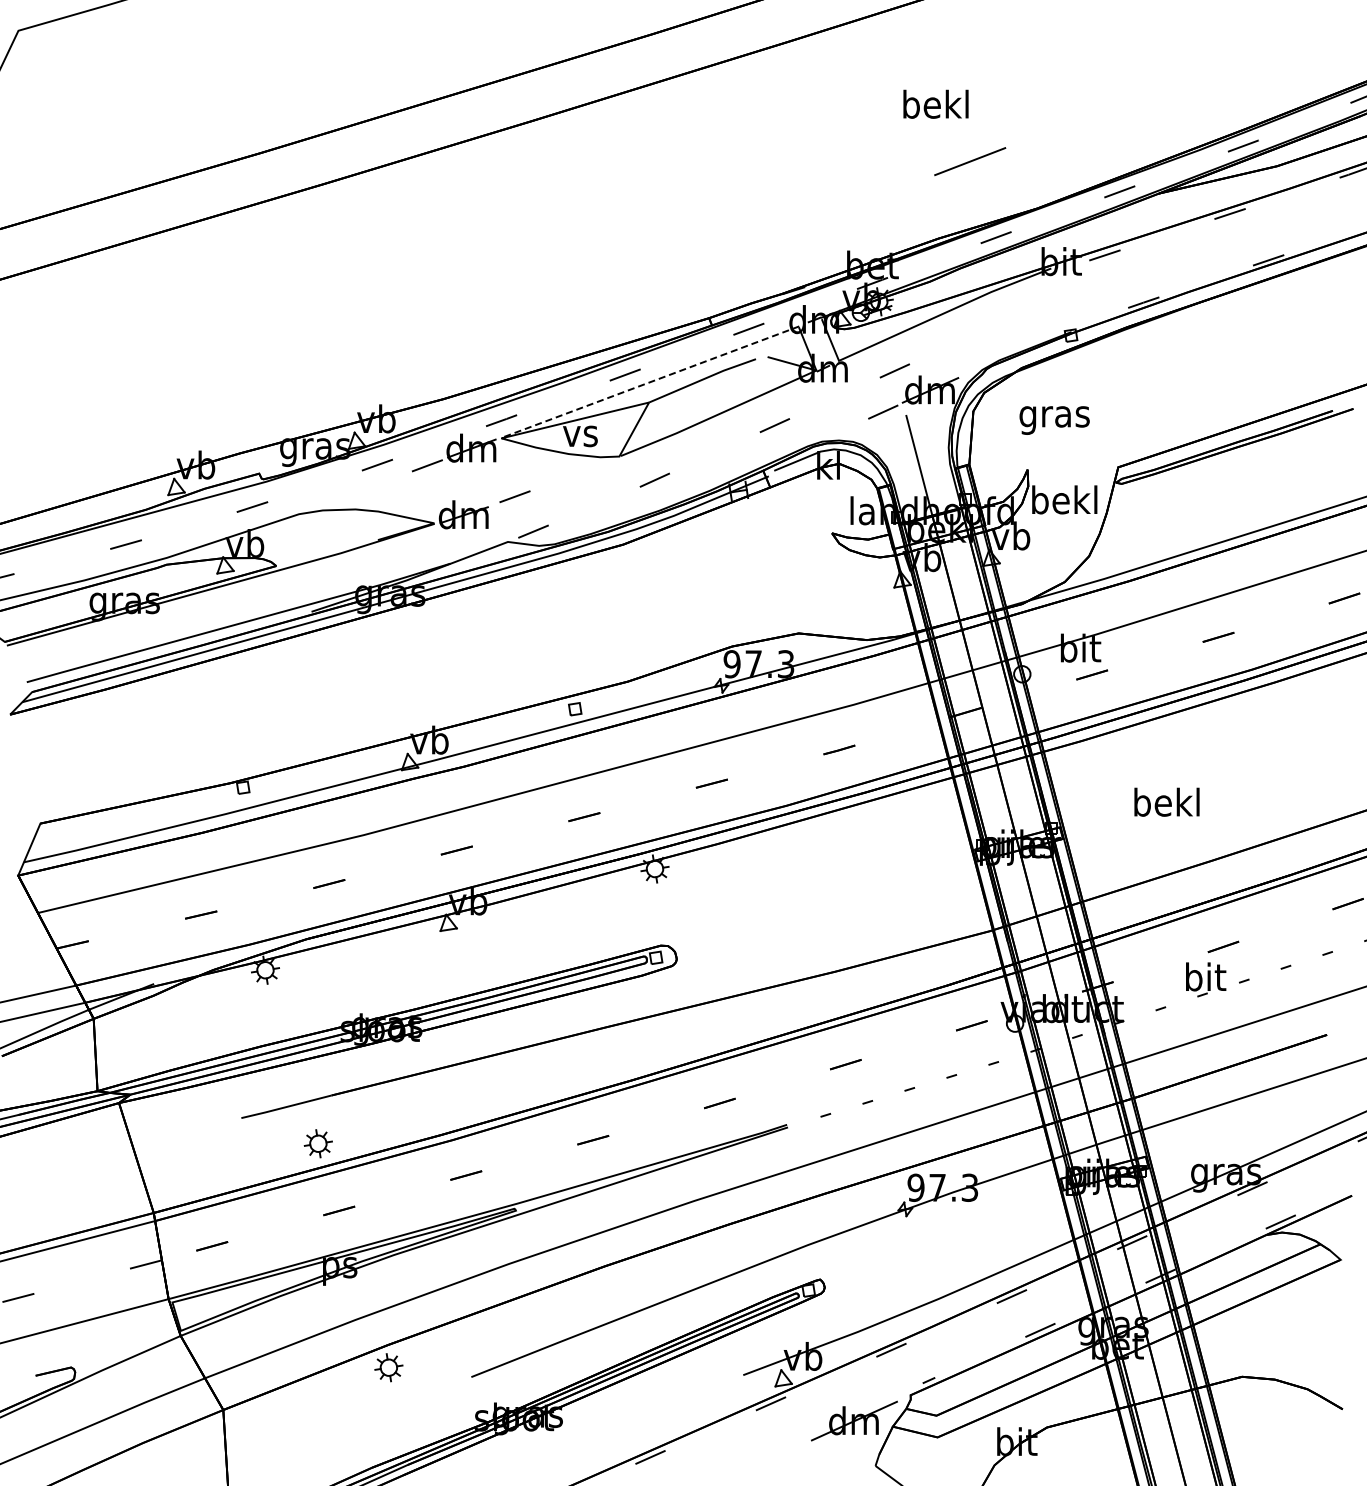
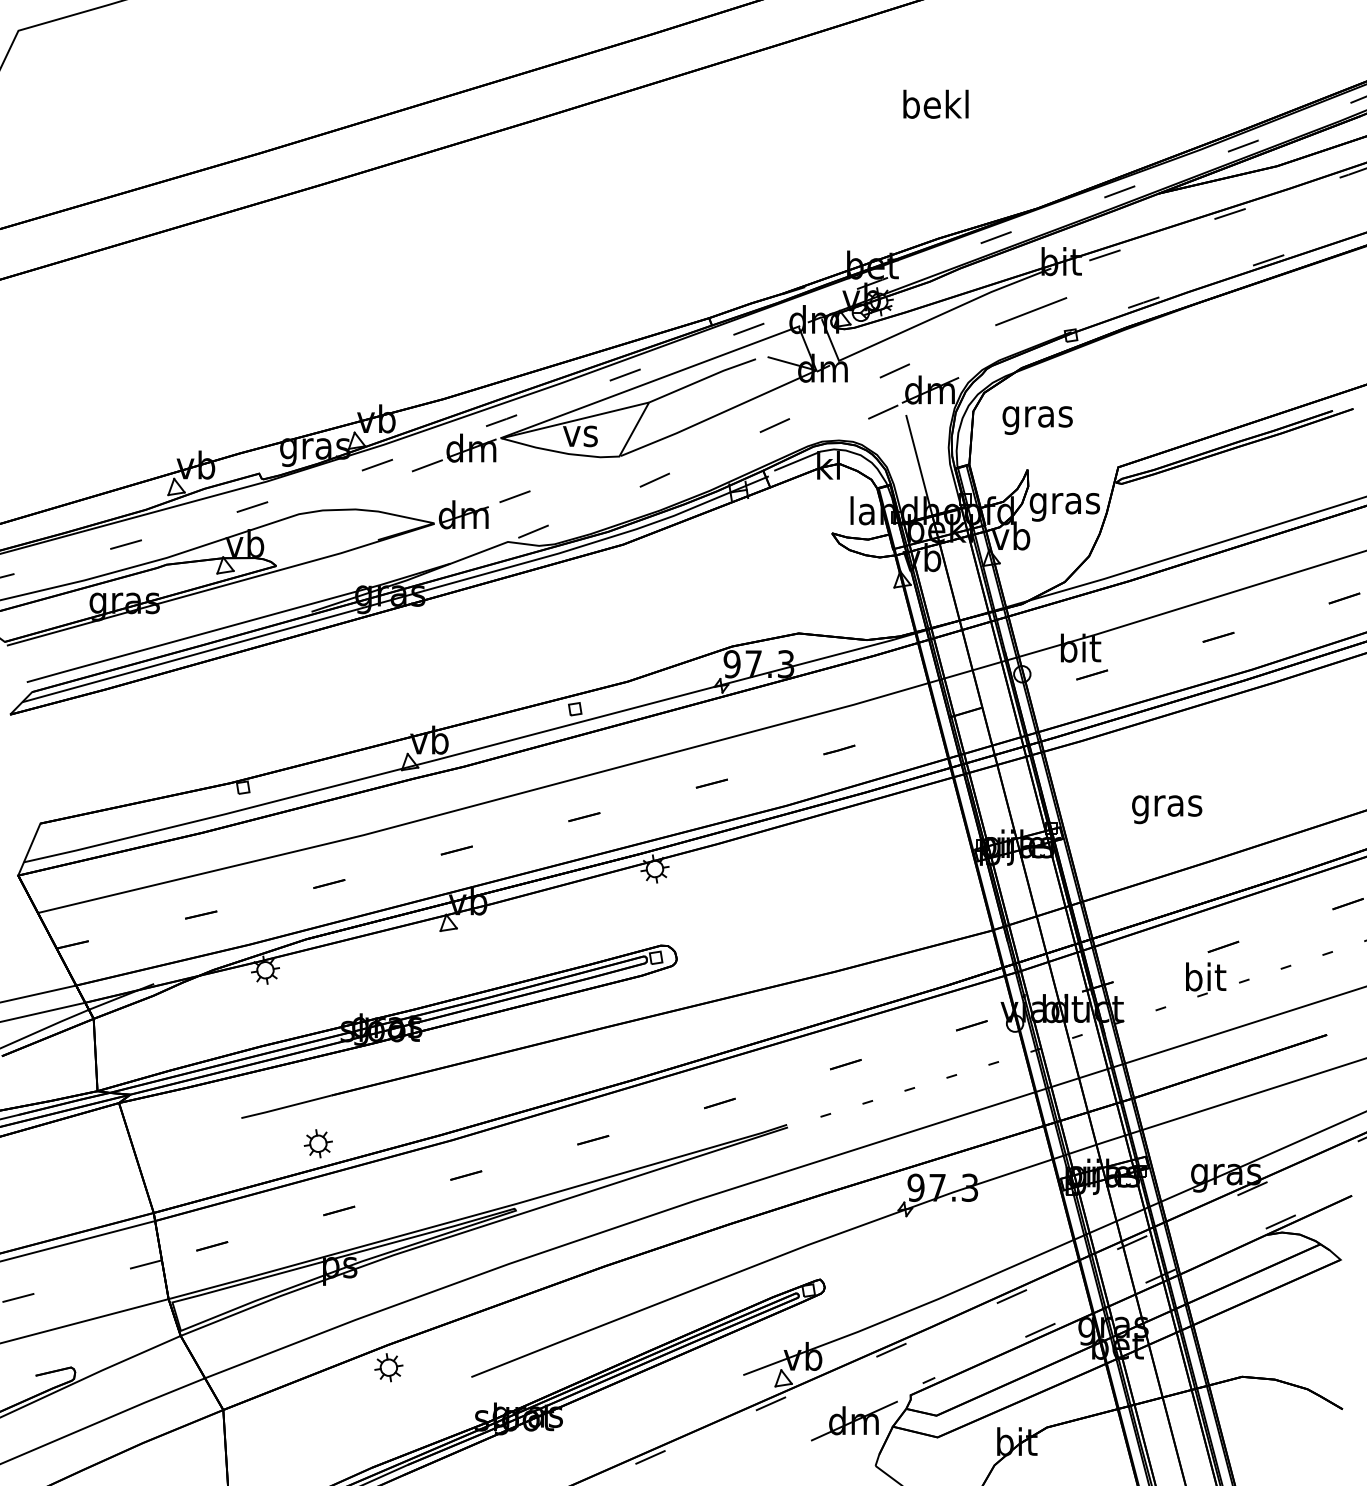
line at (970, 161) position: (970, 161) -> (1031, 311)
line at (649, 382): dashed -> solid
text at (1054, 420) position: (1054, 420) -> (1037, 420)
text at (1064, 503): bekl -> gras
text at (1167, 805): bekl -> gras
